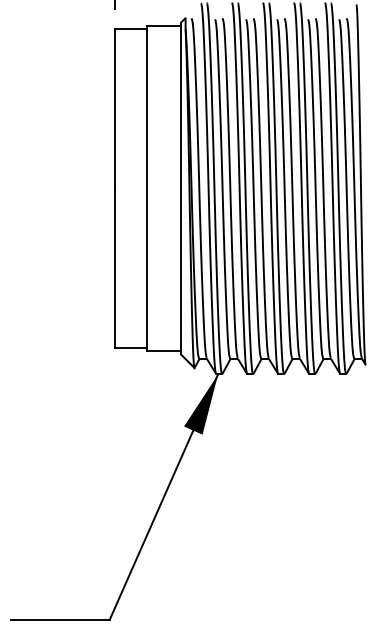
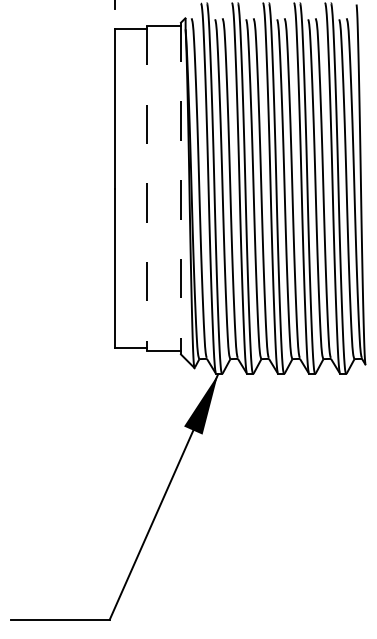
line at (146, 188): solid -> dashed
line at (181, 188): solid -> dashed
